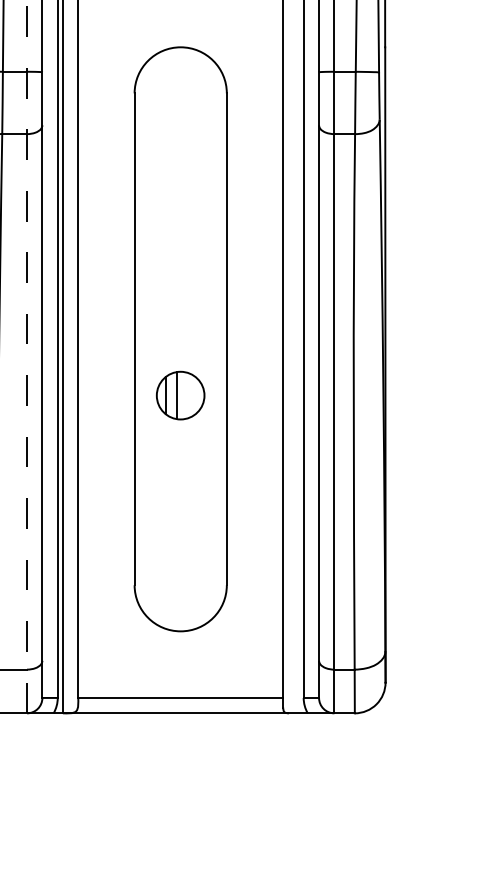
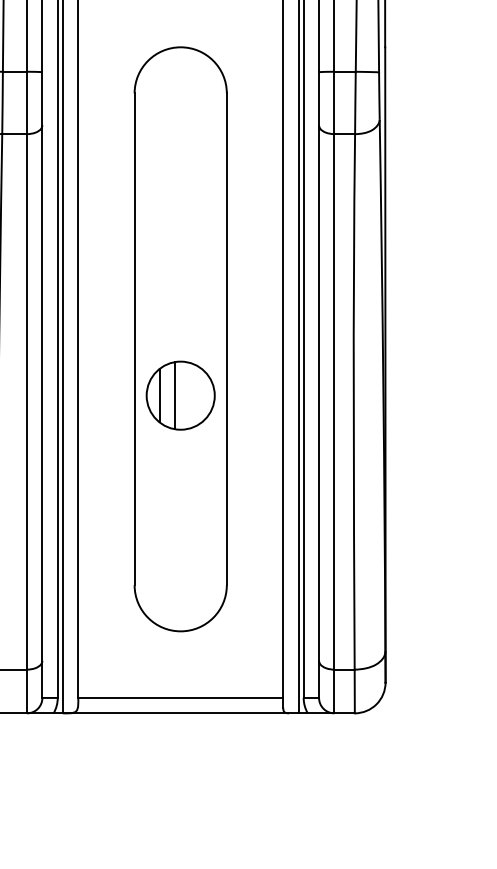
line at (27, 356): dashed -> solid
line at (298, 357): none -> present
part at (180, 395) size: 50x51 px -> 71x71 px
